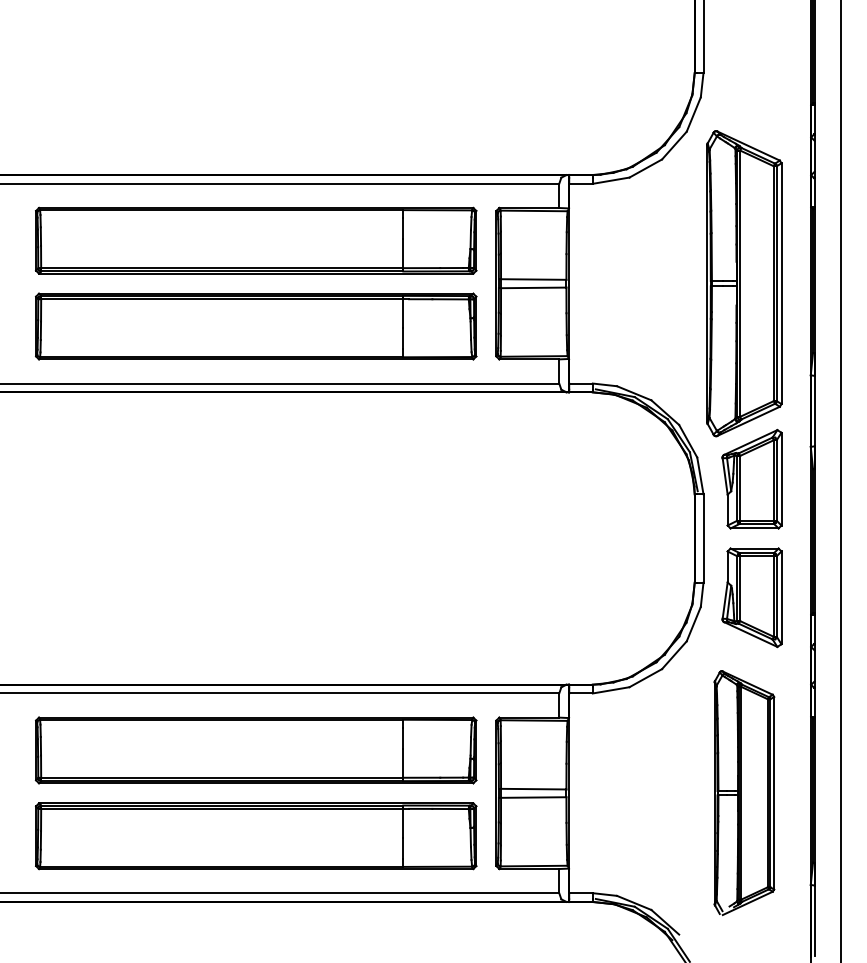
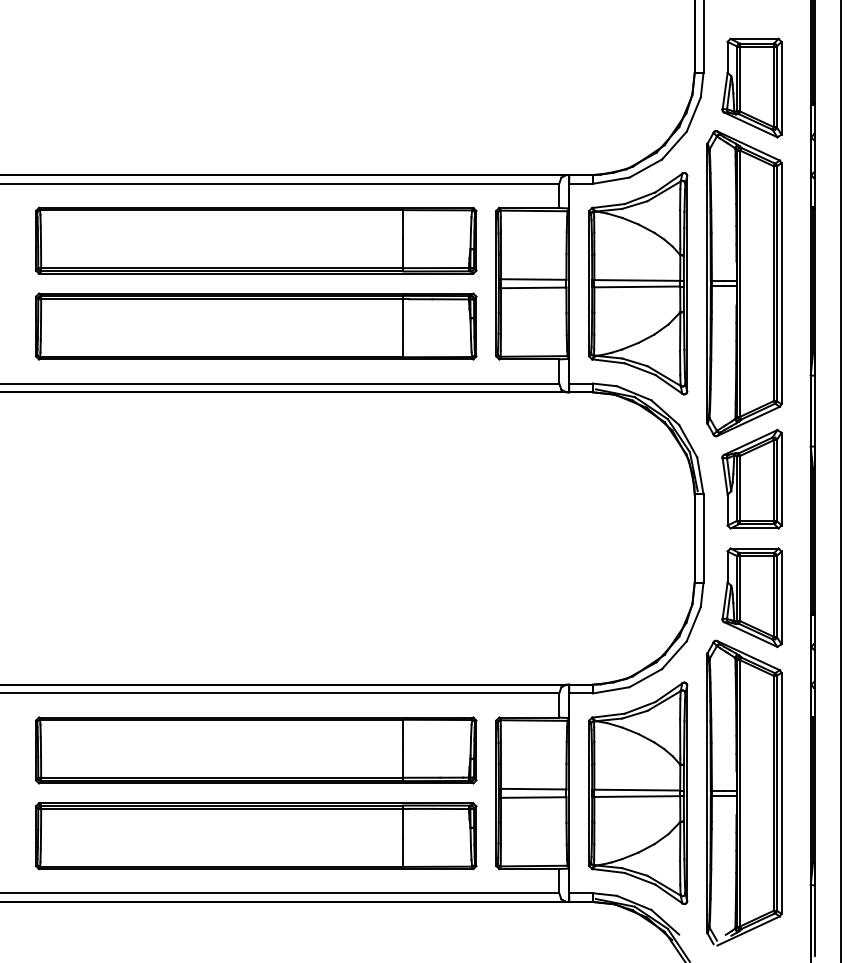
part at (751, 87): none -> present
part at (638, 283): none -> present
part at (638, 792): none -> present
part at (744, 793) size: 63x247 px -> 77x308 px
